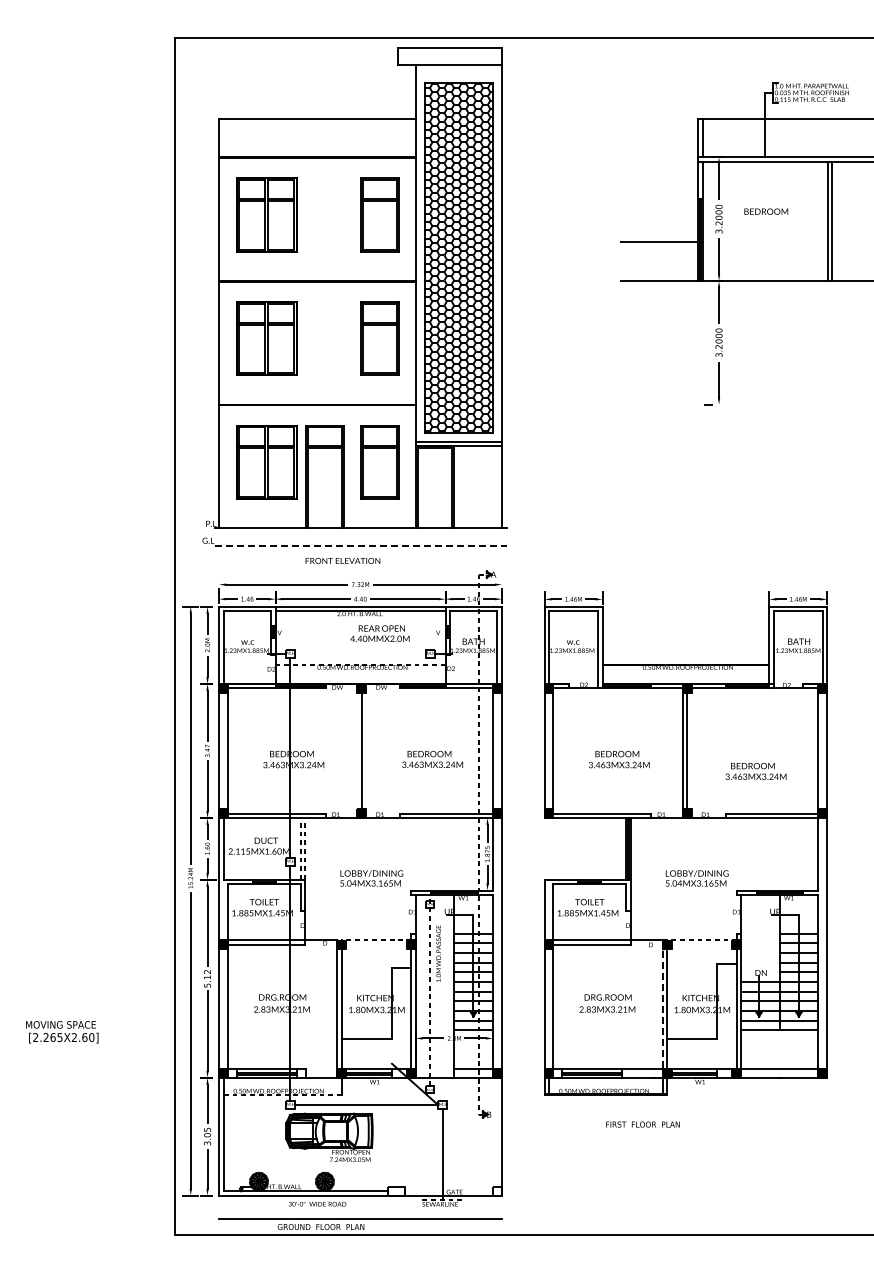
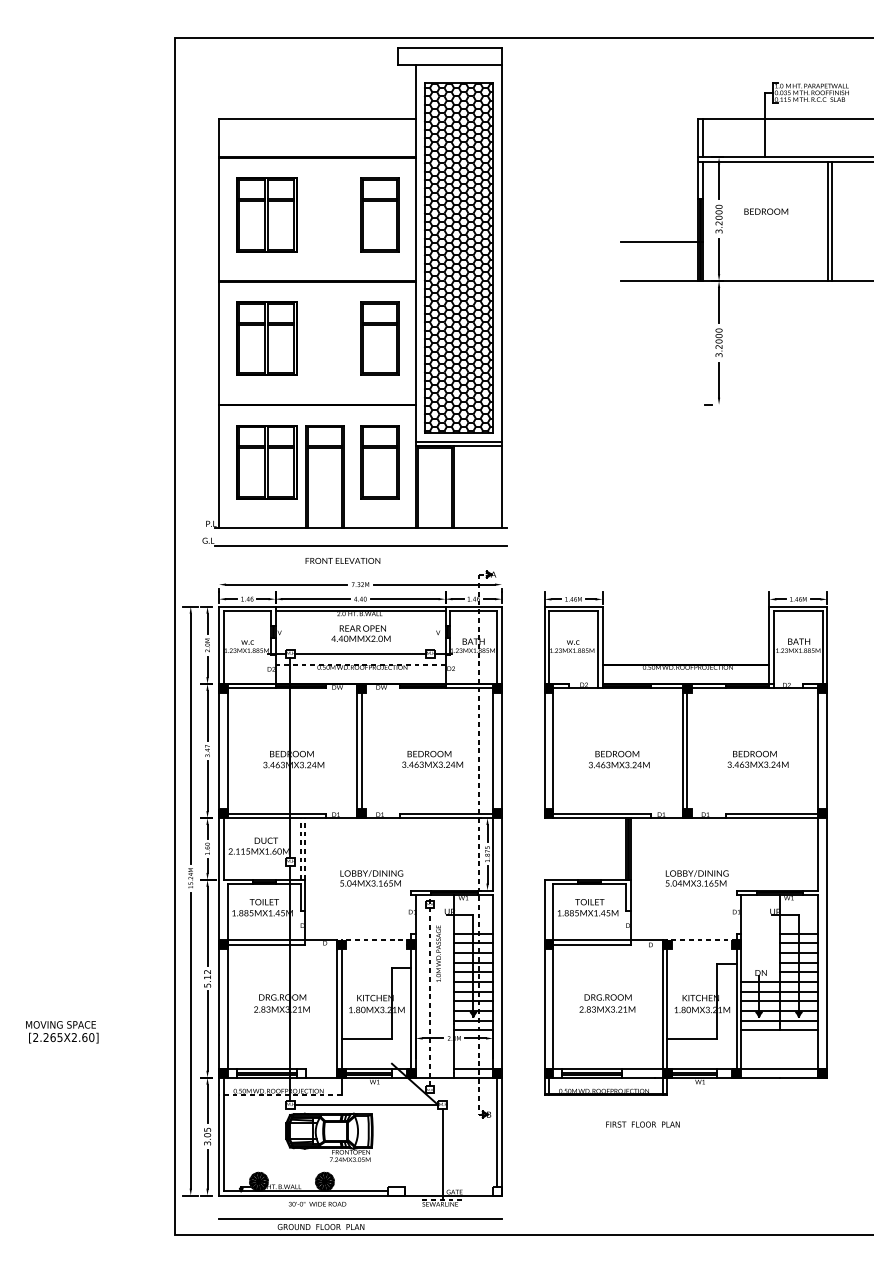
line at (361, 546): dashed -> solid
text at (379, 633) position: (379, 633) -> (360, 633)
line at (360, 654): none -> present
line at (357, 750): none -> present
text at (755, 771) position: (755, 771) -> (757, 759)
line at (662, 1005): dashed -> solid
line at (497, 1131): none -> present
